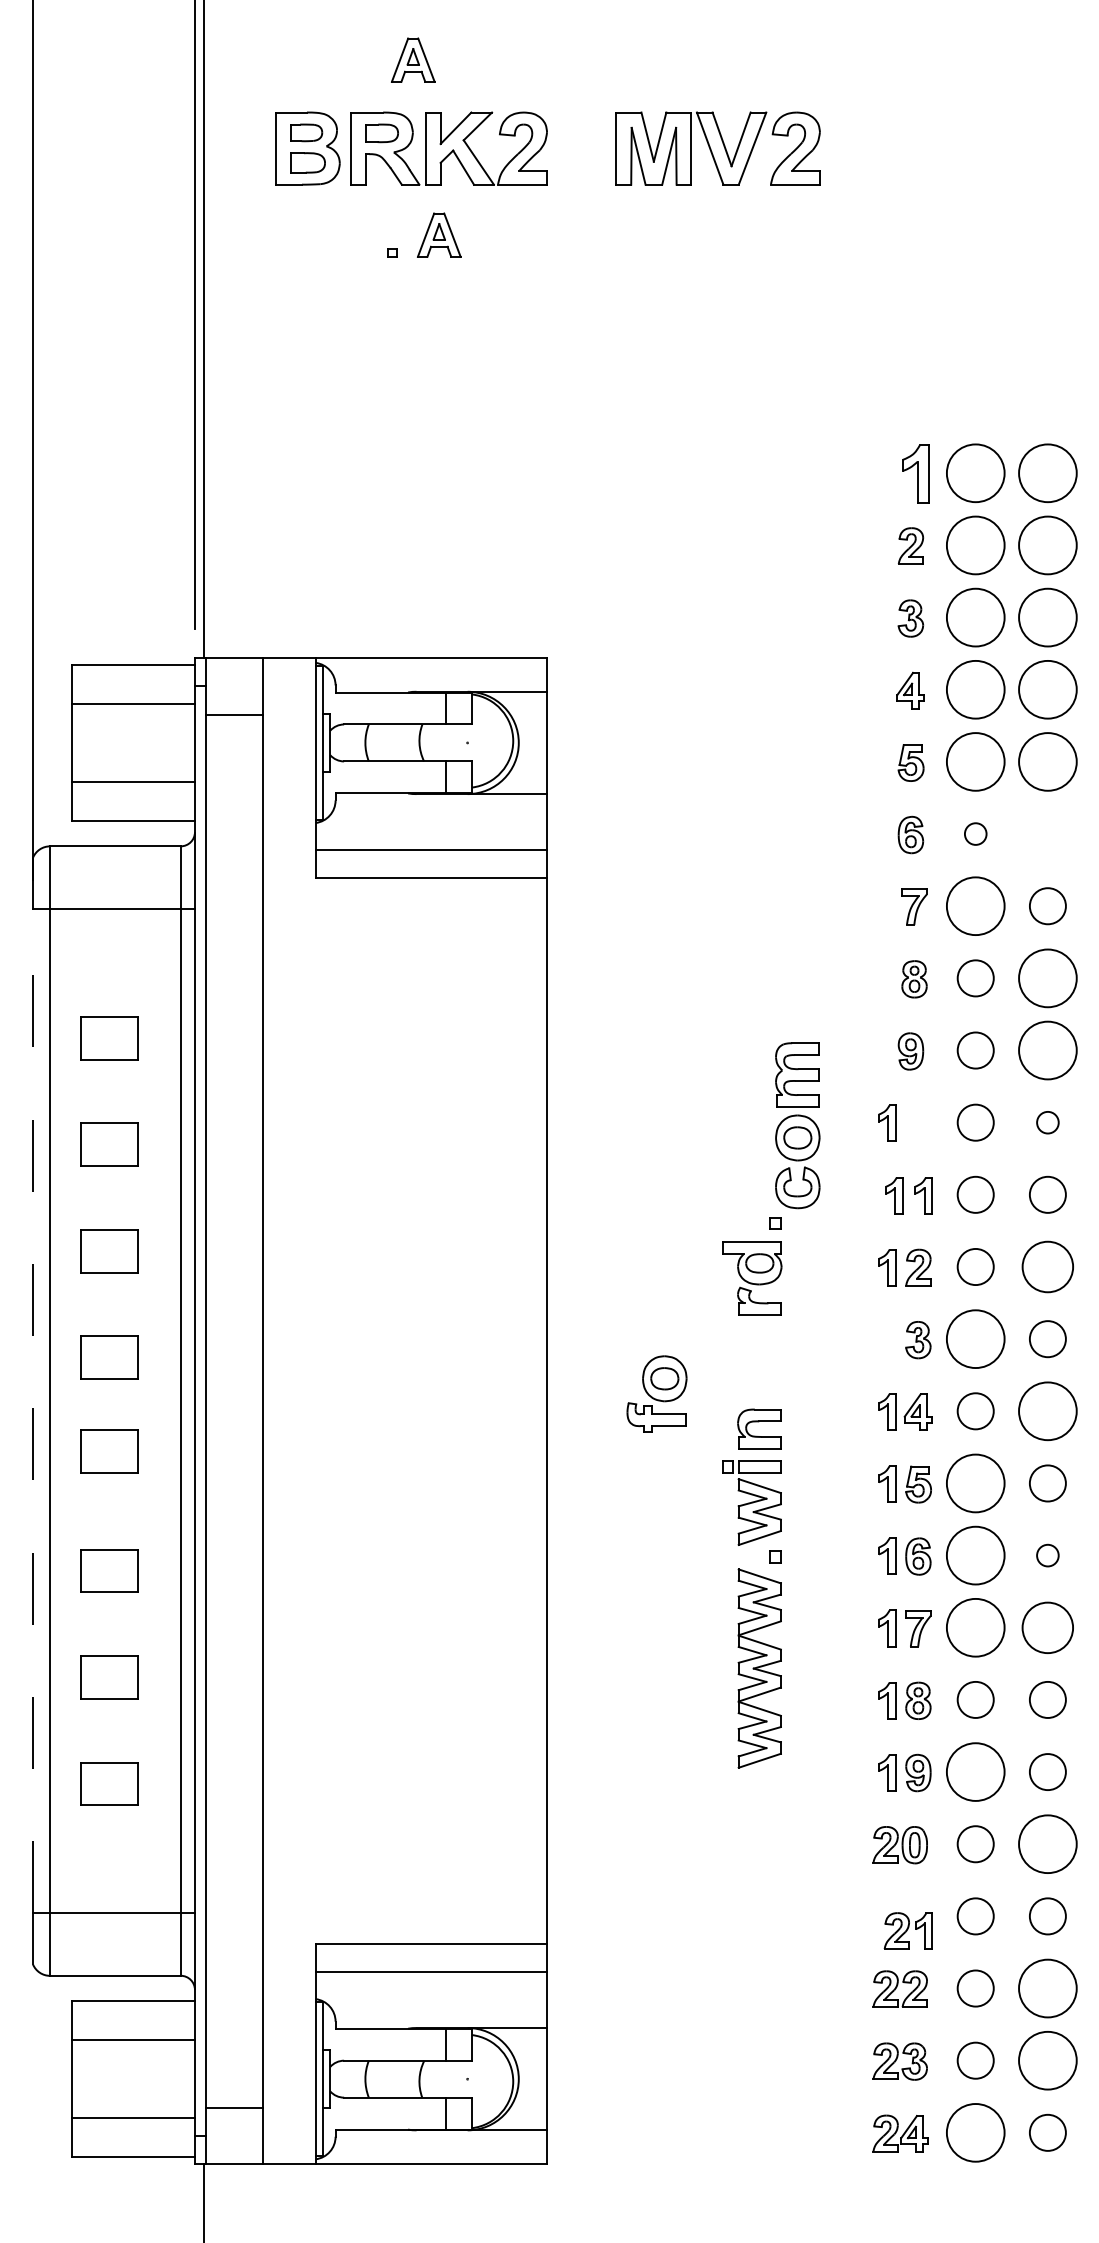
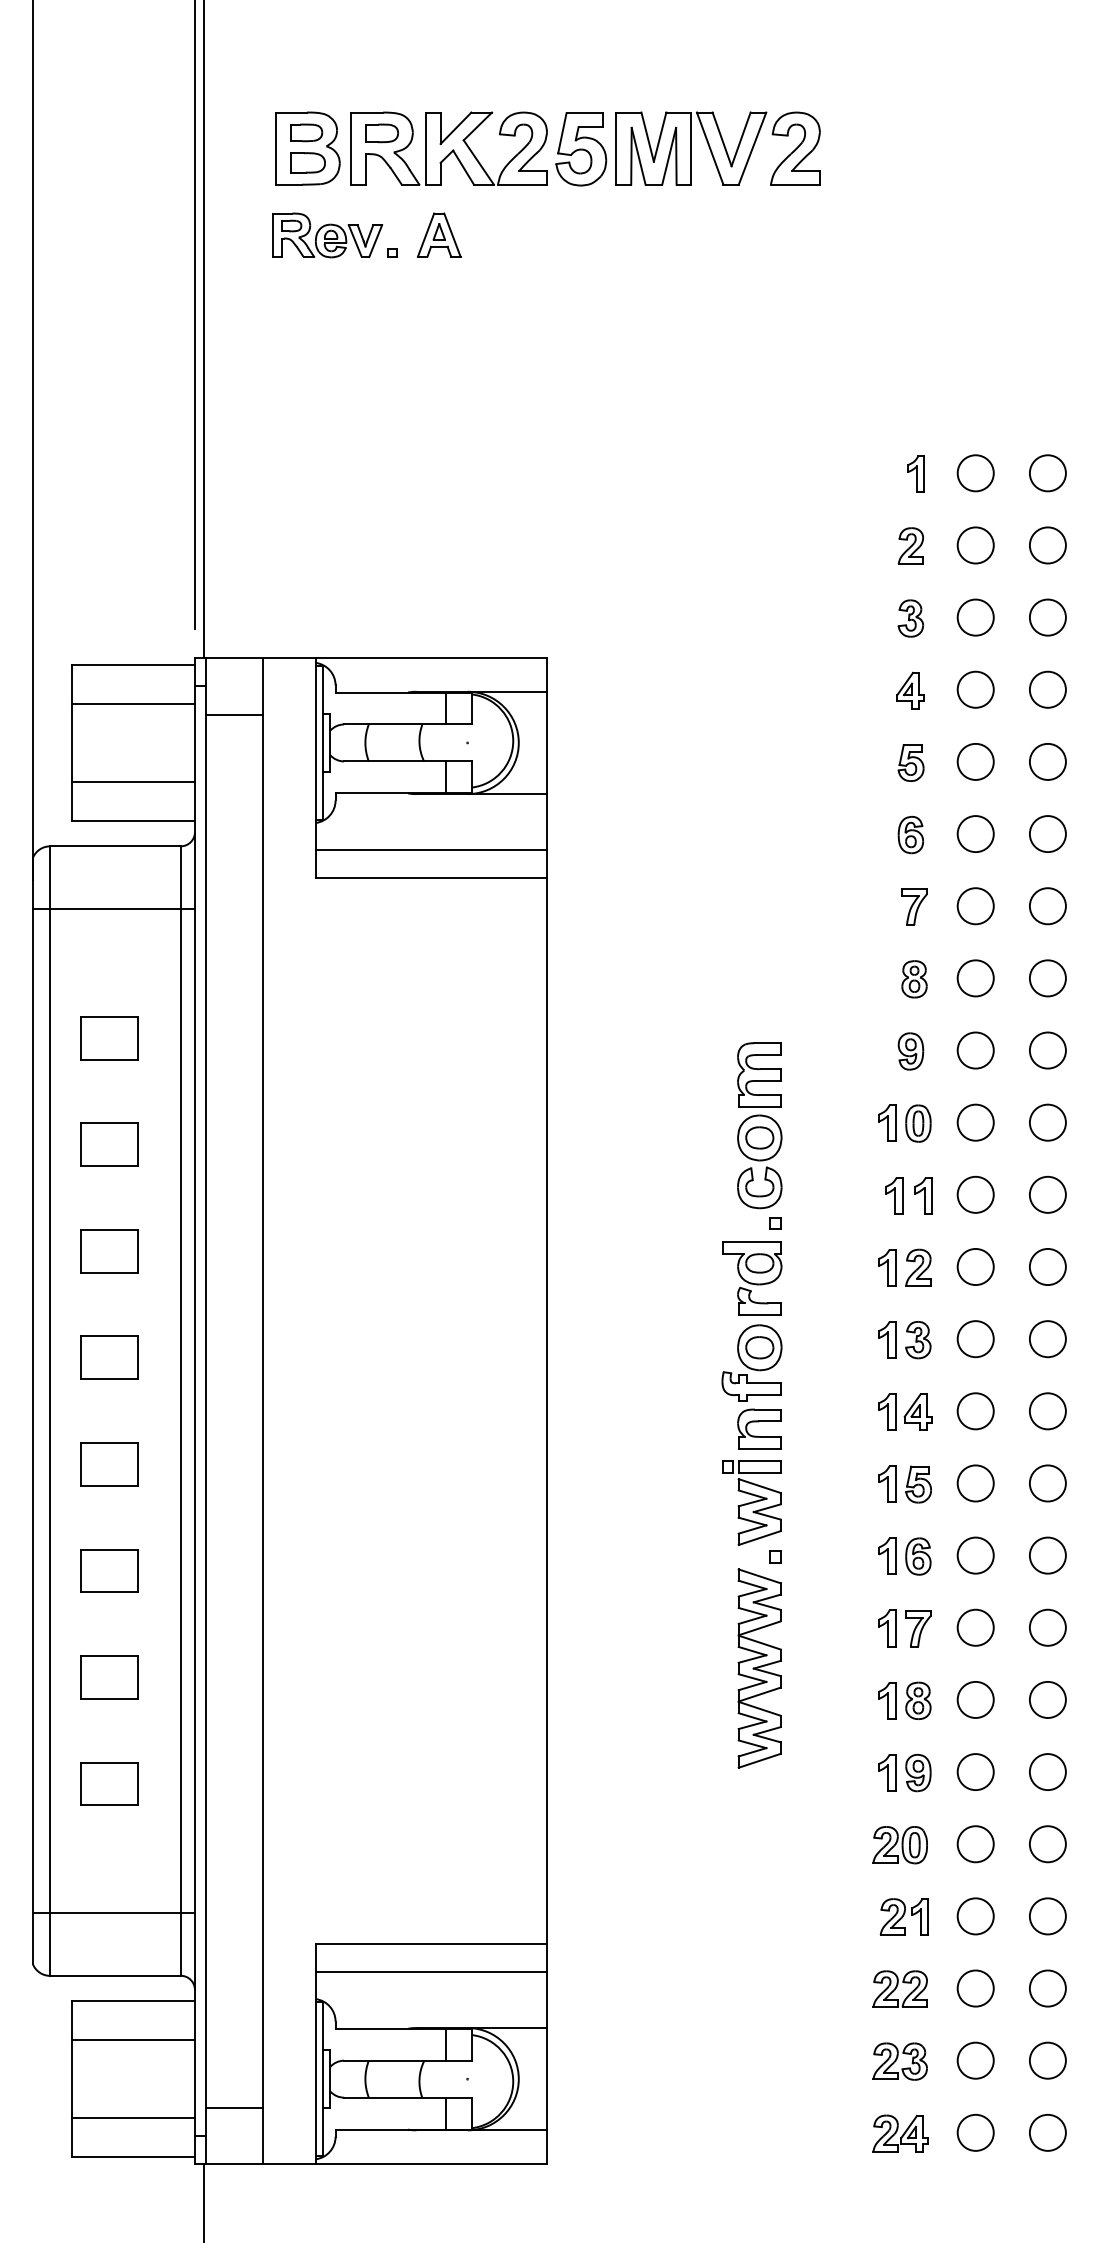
part at (413, 59): present -> none
part at (581, 149): none -> present
part at (327, 235): none -> present
part at (915, 473) size: 28x60 px -> 18x38 px
circle at (975, 473) diameter: 58 px -> 36 px
circle at (1047, 473) diameter: 58 px -> 36 px
circle at (975, 545) diameter: 58 px -> 36 px
circle at (1047, 545) diameter: 58 px -> 36 px
circle at (975, 617) diameter: 58 px -> 36 px
circle at (1047, 617) diameter: 58 px -> 36 px
circle at (975, 689) diameter: 58 px -> 36 px
circle at (1047, 689) diameter: 58 px -> 36 px
circle at (975, 761) diameter: 58 px -> 36 px
circle at (1047, 761) diameter: 58 px -> 36 px
circle at (975, 833) diameter: 22 px -> 36 px
circle at (1047, 833): none -> present
circle at (975, 906) diameter: 58 px -> 36 px
circle at (1047, 978) diameter: 58 px -> 36 px
circle at (1047, 1050) diameter: 58 px -> 36 px
circle at (1047, 1122) diameter: 22 px -> 36 px
part at (918, 1123): none -> present
part at (797, 1125) position: (797, 1125) -> (759, 1125)
circle at (1047, 1266) diameter: 51 px -> 36 px
part at (887, 1339): none -> present
circle at (975, 1339) diameter: 58 px -> 36 px
part at (656, 1393) position: (656, 1393) -> (751, 1362)
line at (33, 1410): dashed -> solid
circle at (1047, 1411) diameter: 58 px -> 36 px
part at (109, 1451) position: (109, 1451) -> (109, 1464)
circle at (975, 1483) diameter: 58 px -> 36 px
circle at (975, 1555) diameter: 58 px -> 36 px
circle at (1047, 1555) diameter: 22 px -> 36 px
circle at (975, 1627) diameter: 58 px -> 36 px
circle at (1047, 1627) size: 53x53 px -> 38x39 px
circle at (975, 1771) diameter: 58 px -> 36 px
circle at (1047, 1844) diameter: 58 px -> 36 px
part at (907, 1930) position: (907, 1930) -> (903, 1916)
circle at (1047, 1988) diameter: 58 px -> 36 px
circle at (1047, 2060) diameter: 58 px -> 36 px
circle at (975, 2132) diameter: 58 px -> 36 px
